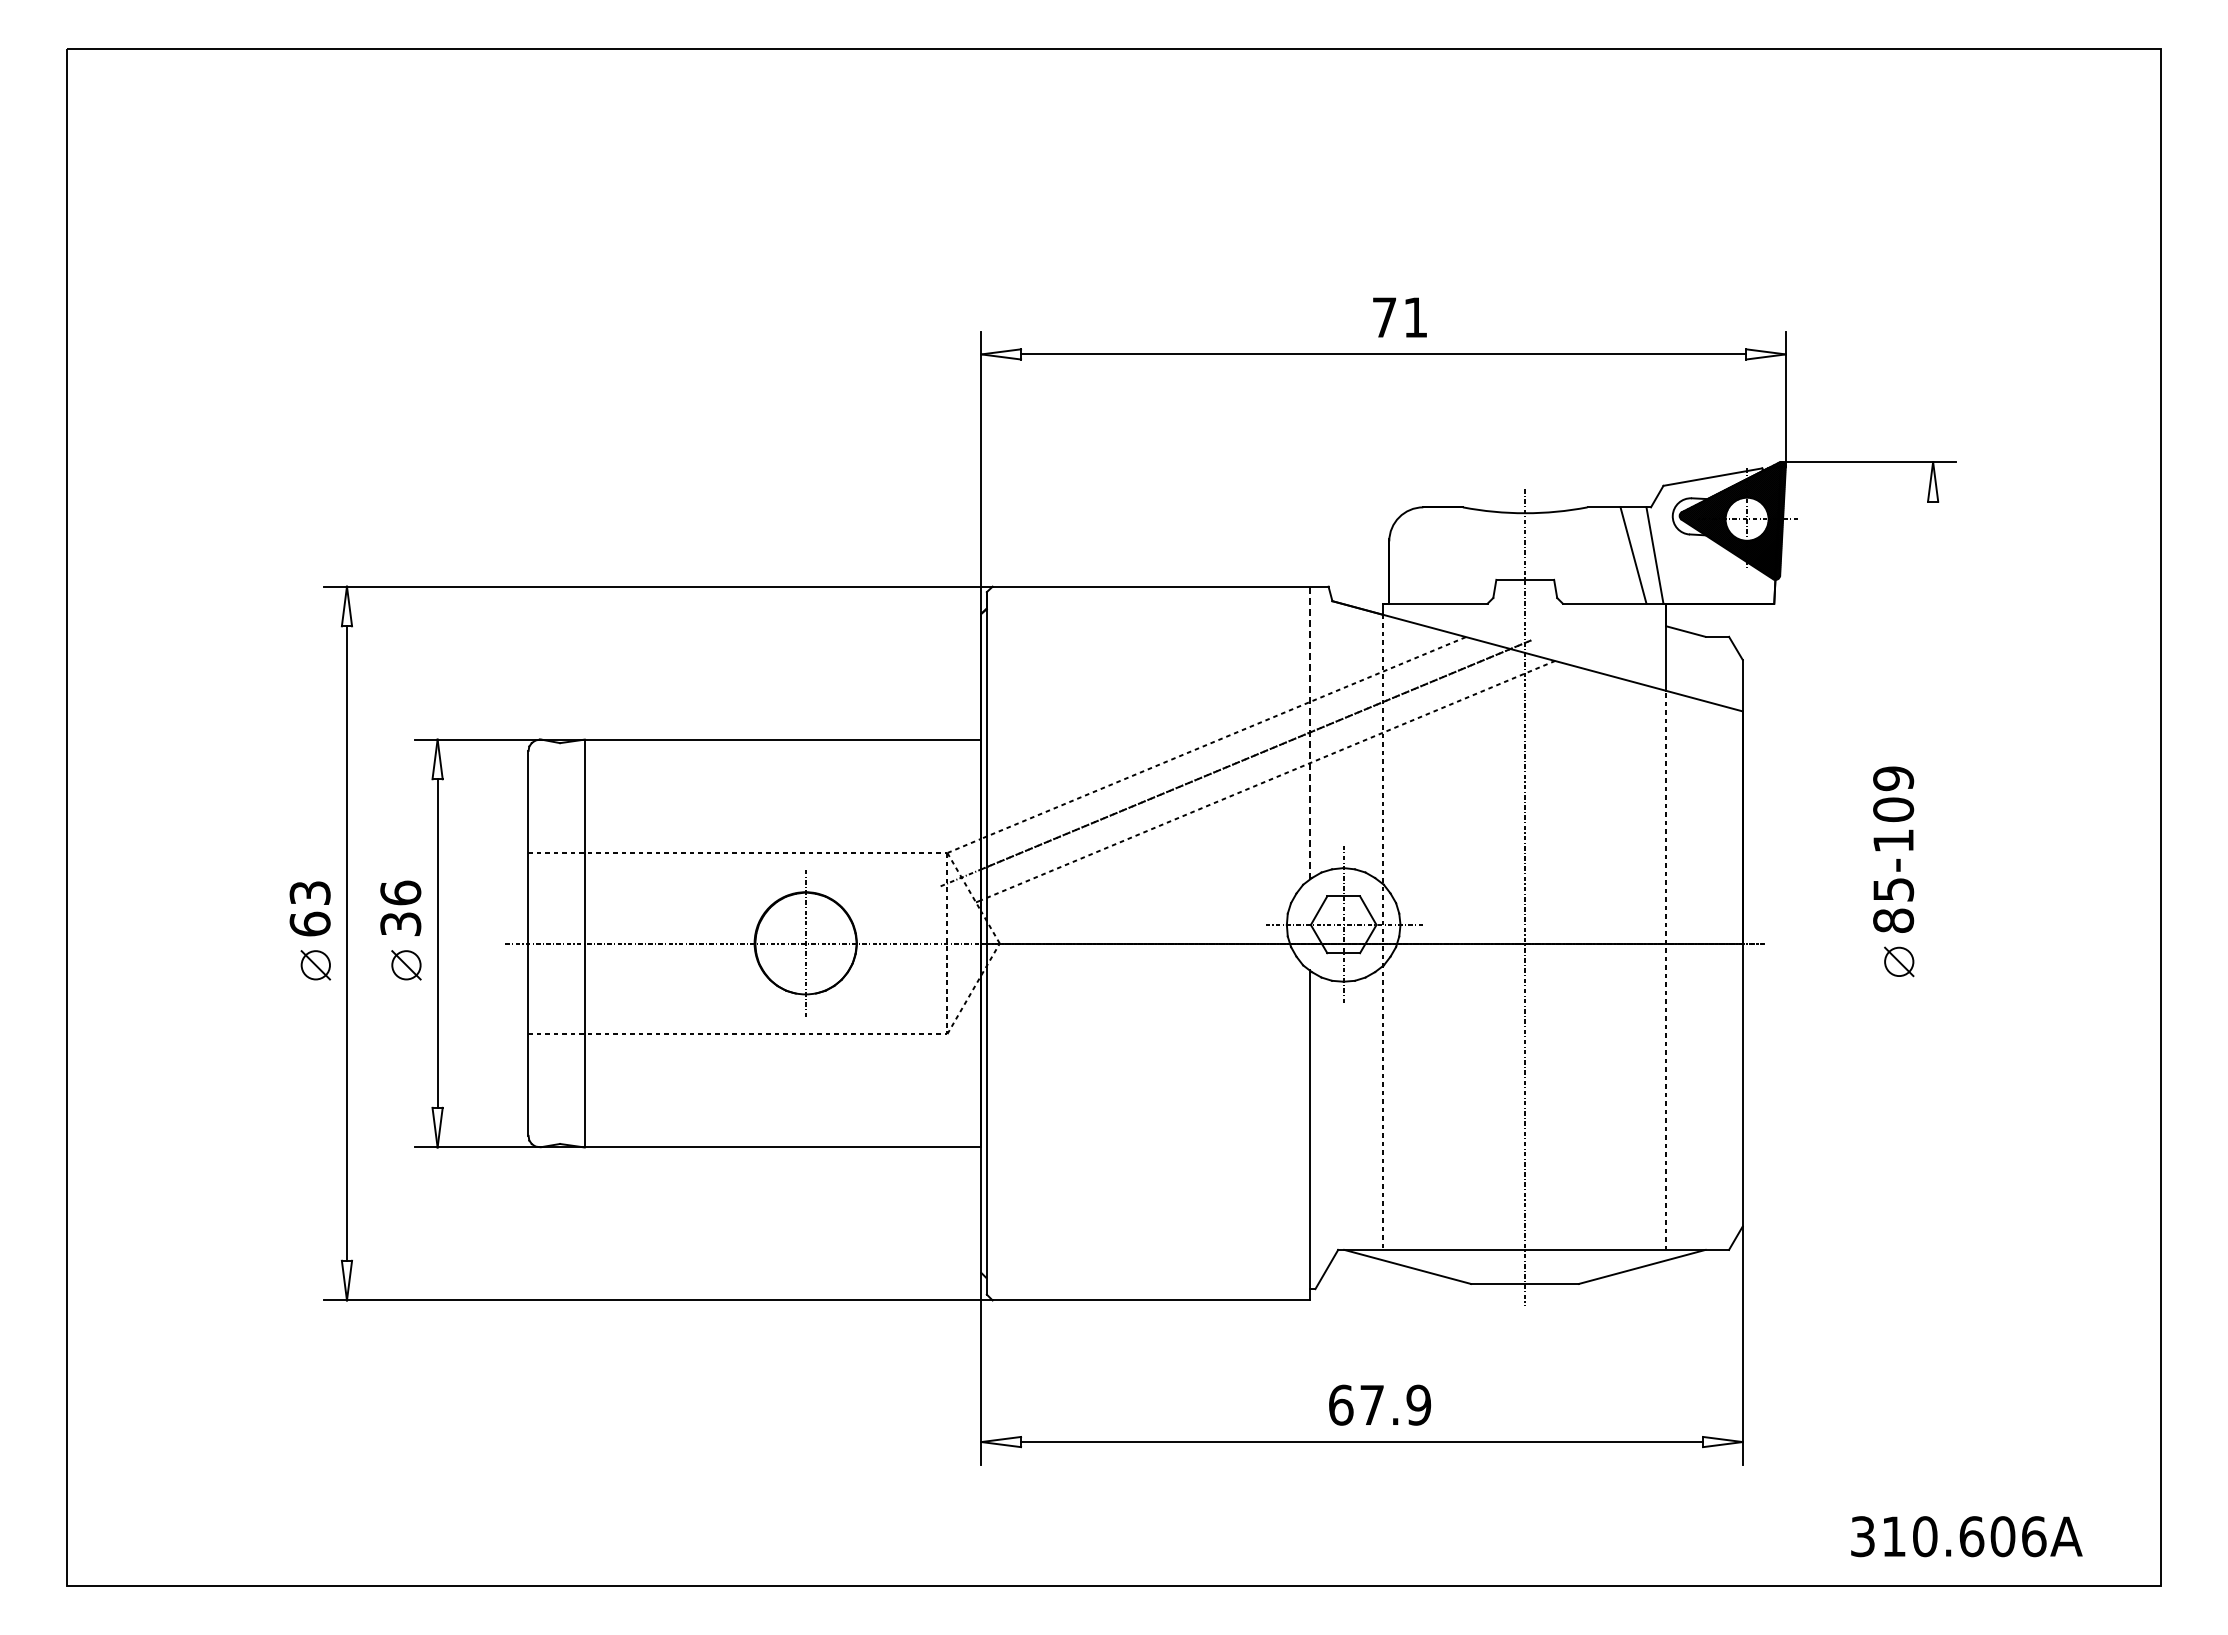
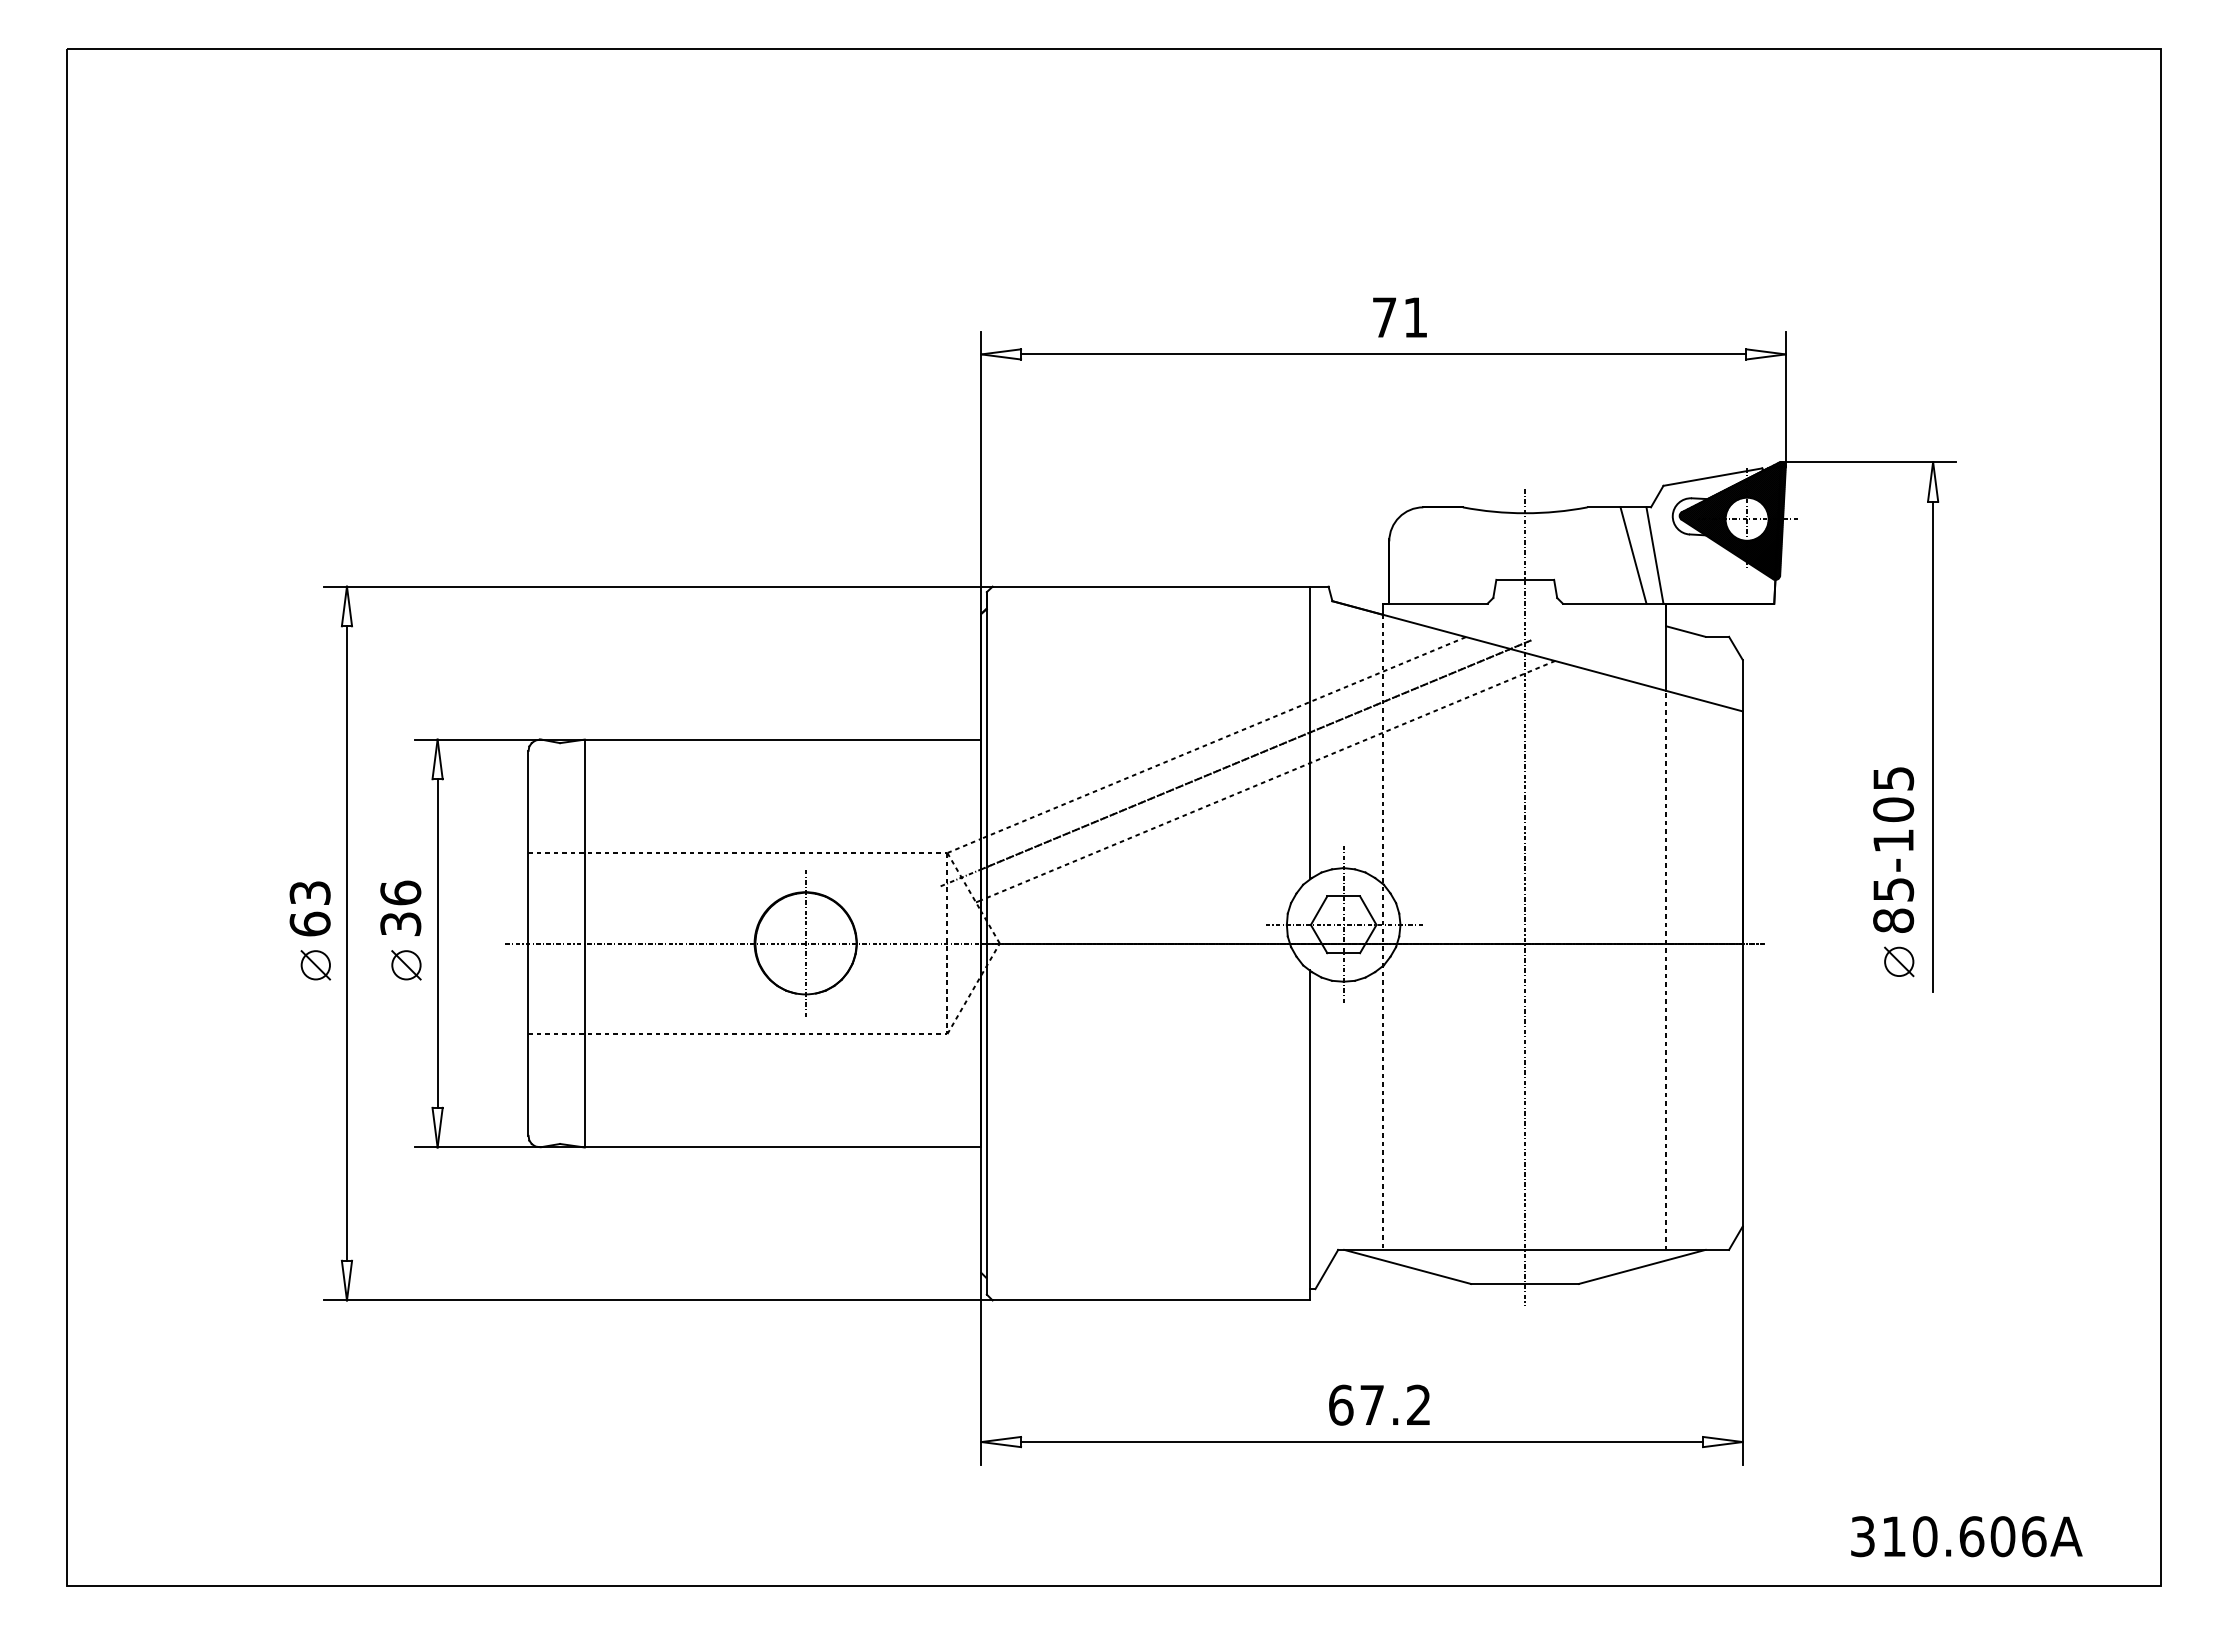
line at (1309, 733): dashed -> solid
line at (1933, 746): none -> present
text at (1893, 778): 85-109 -> 85-105
text at (1418, 1404): 67.9 -> 67.2
